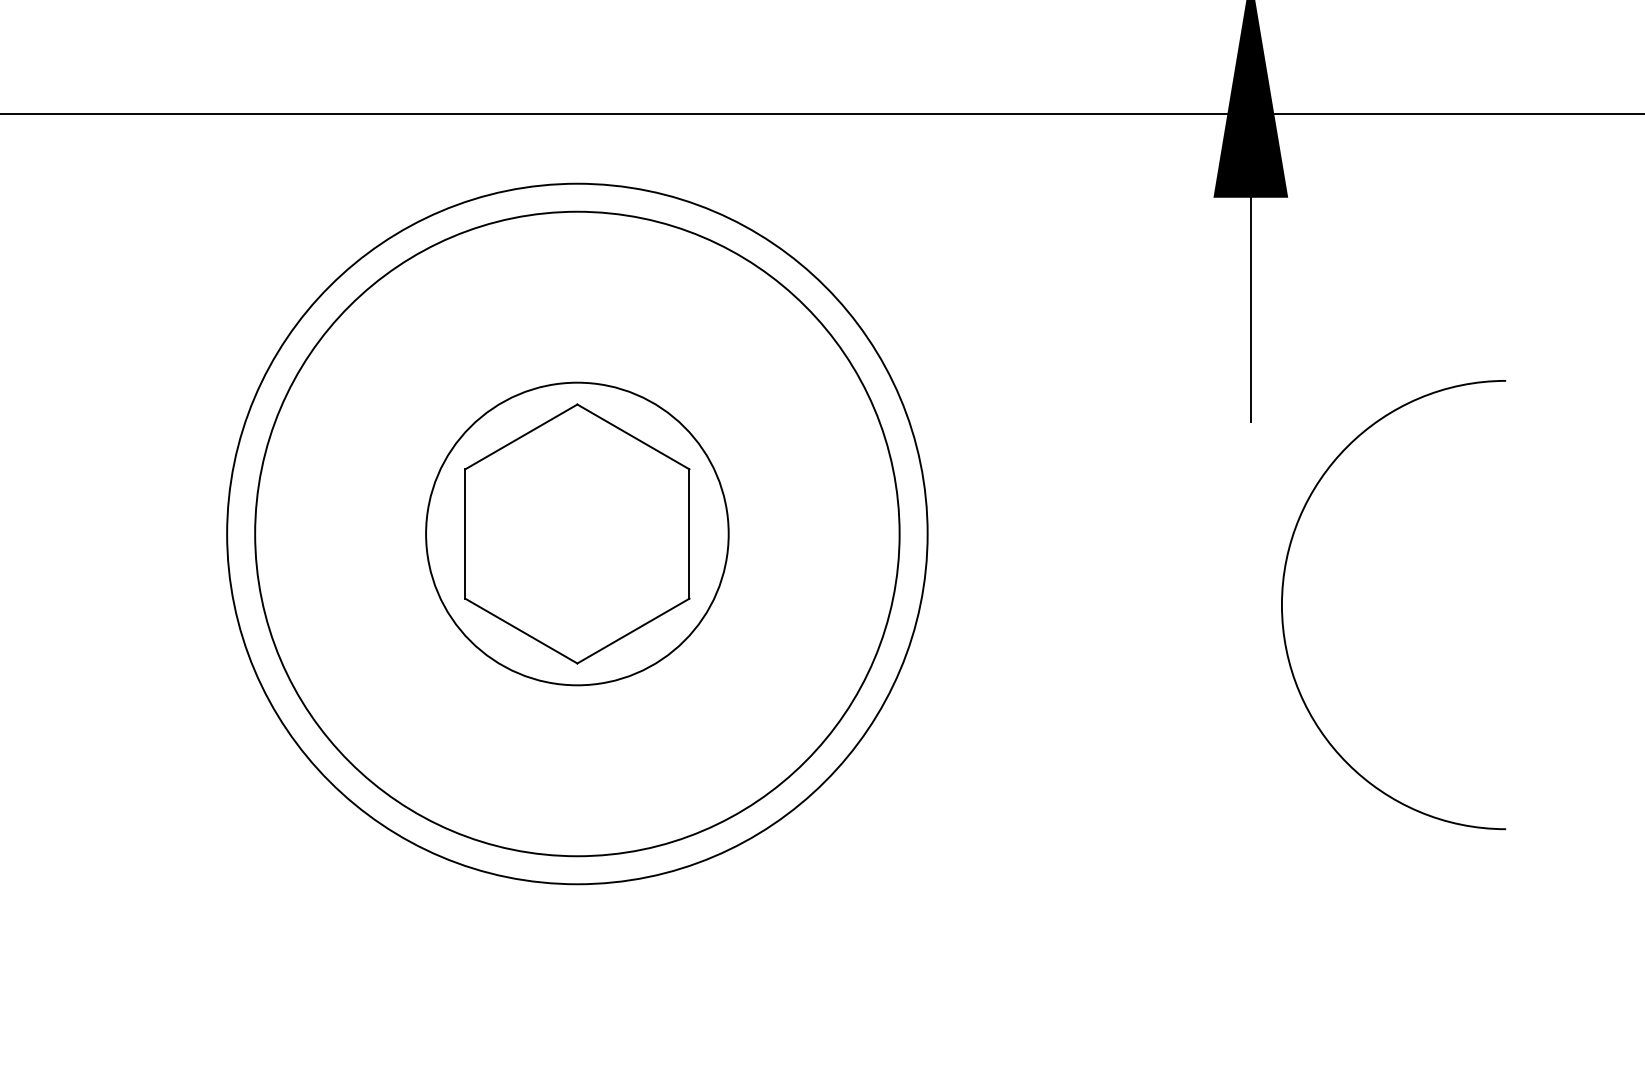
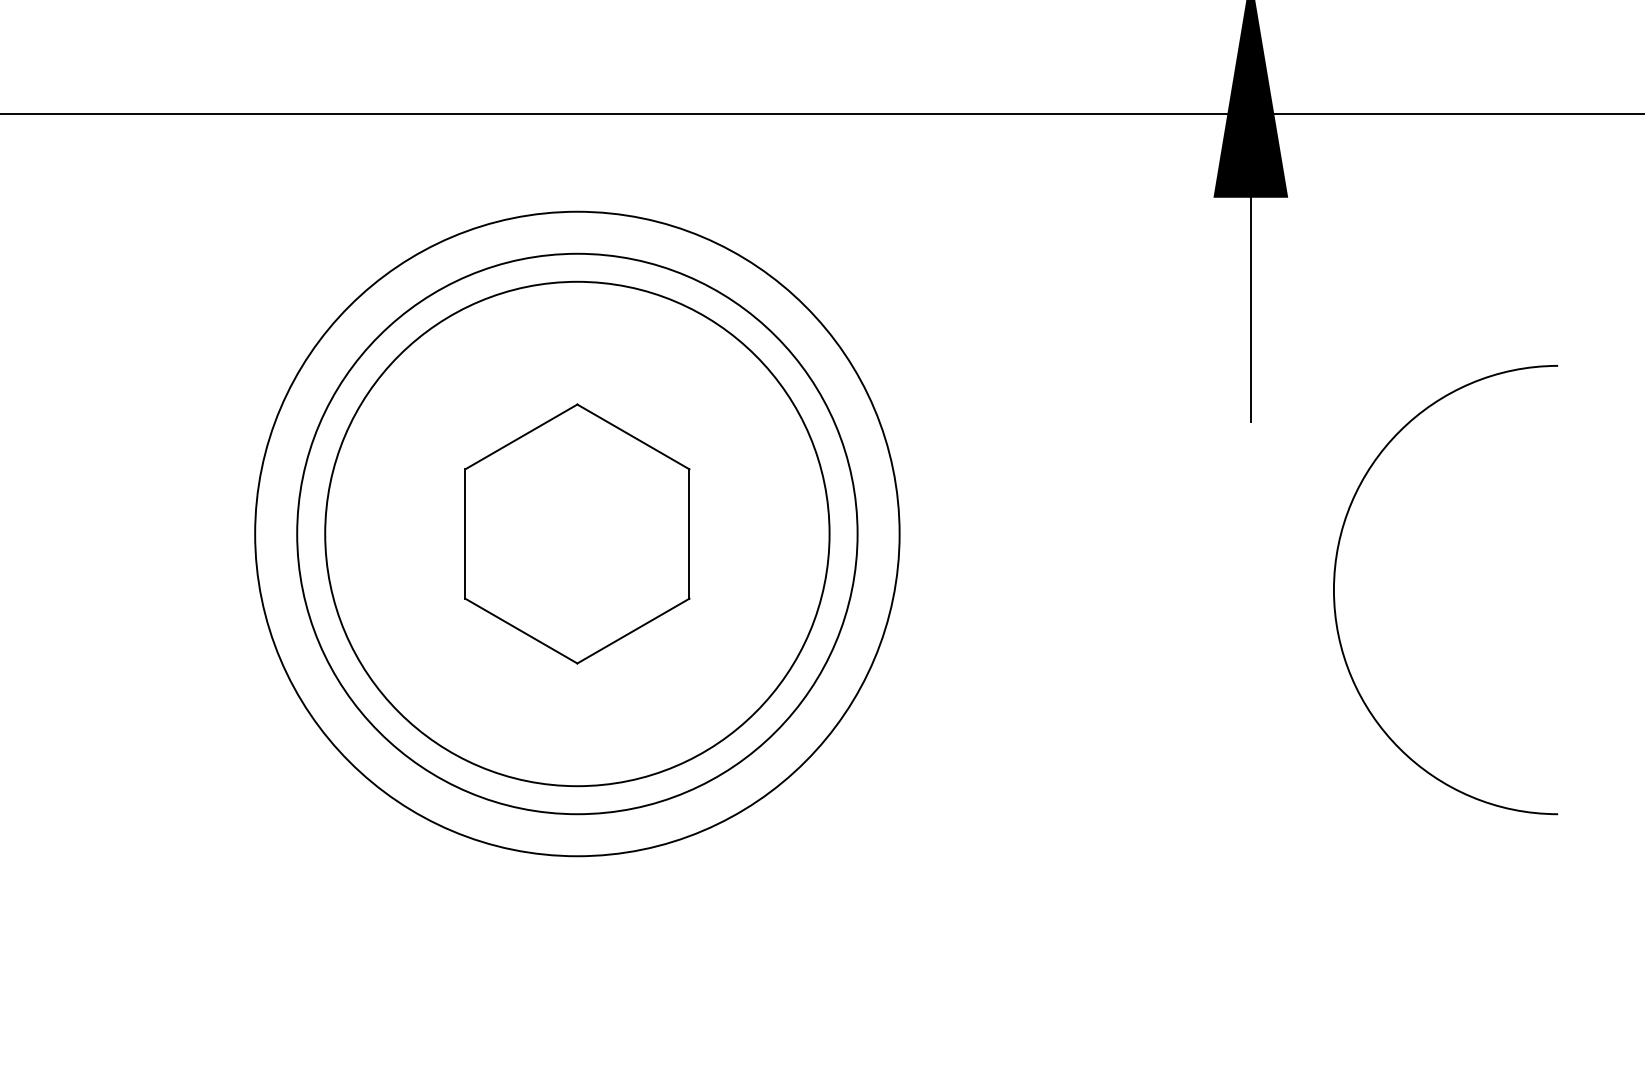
circle at (577, 533) diameter: 303 px -> 504 px
circle at (577, 533) diameter: 701 px -> 560 px
arc at (1283, 614) position: (1283, 614) -> (1335, 599)
